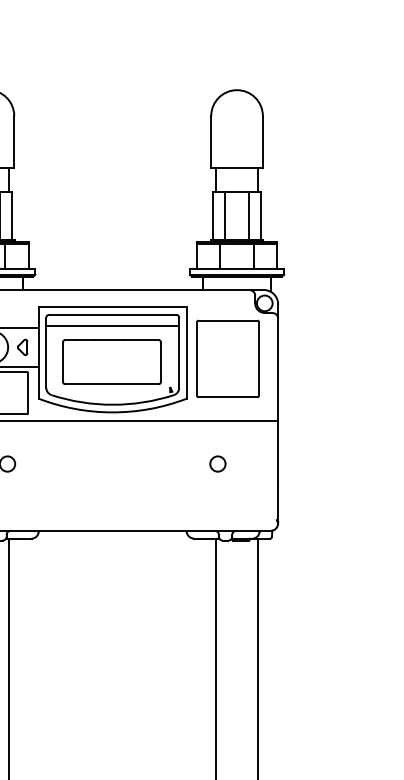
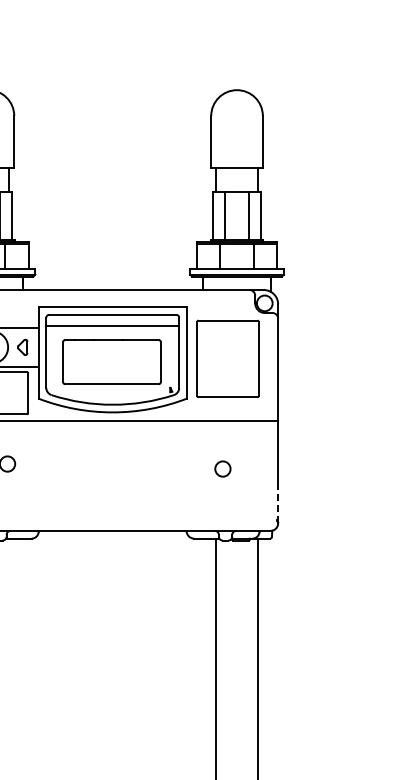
circle at (217, 463) position: (217, 463) -> (222, 468)
line at (278, 501): solid -> dashed
line at (9, 657): present -> none
